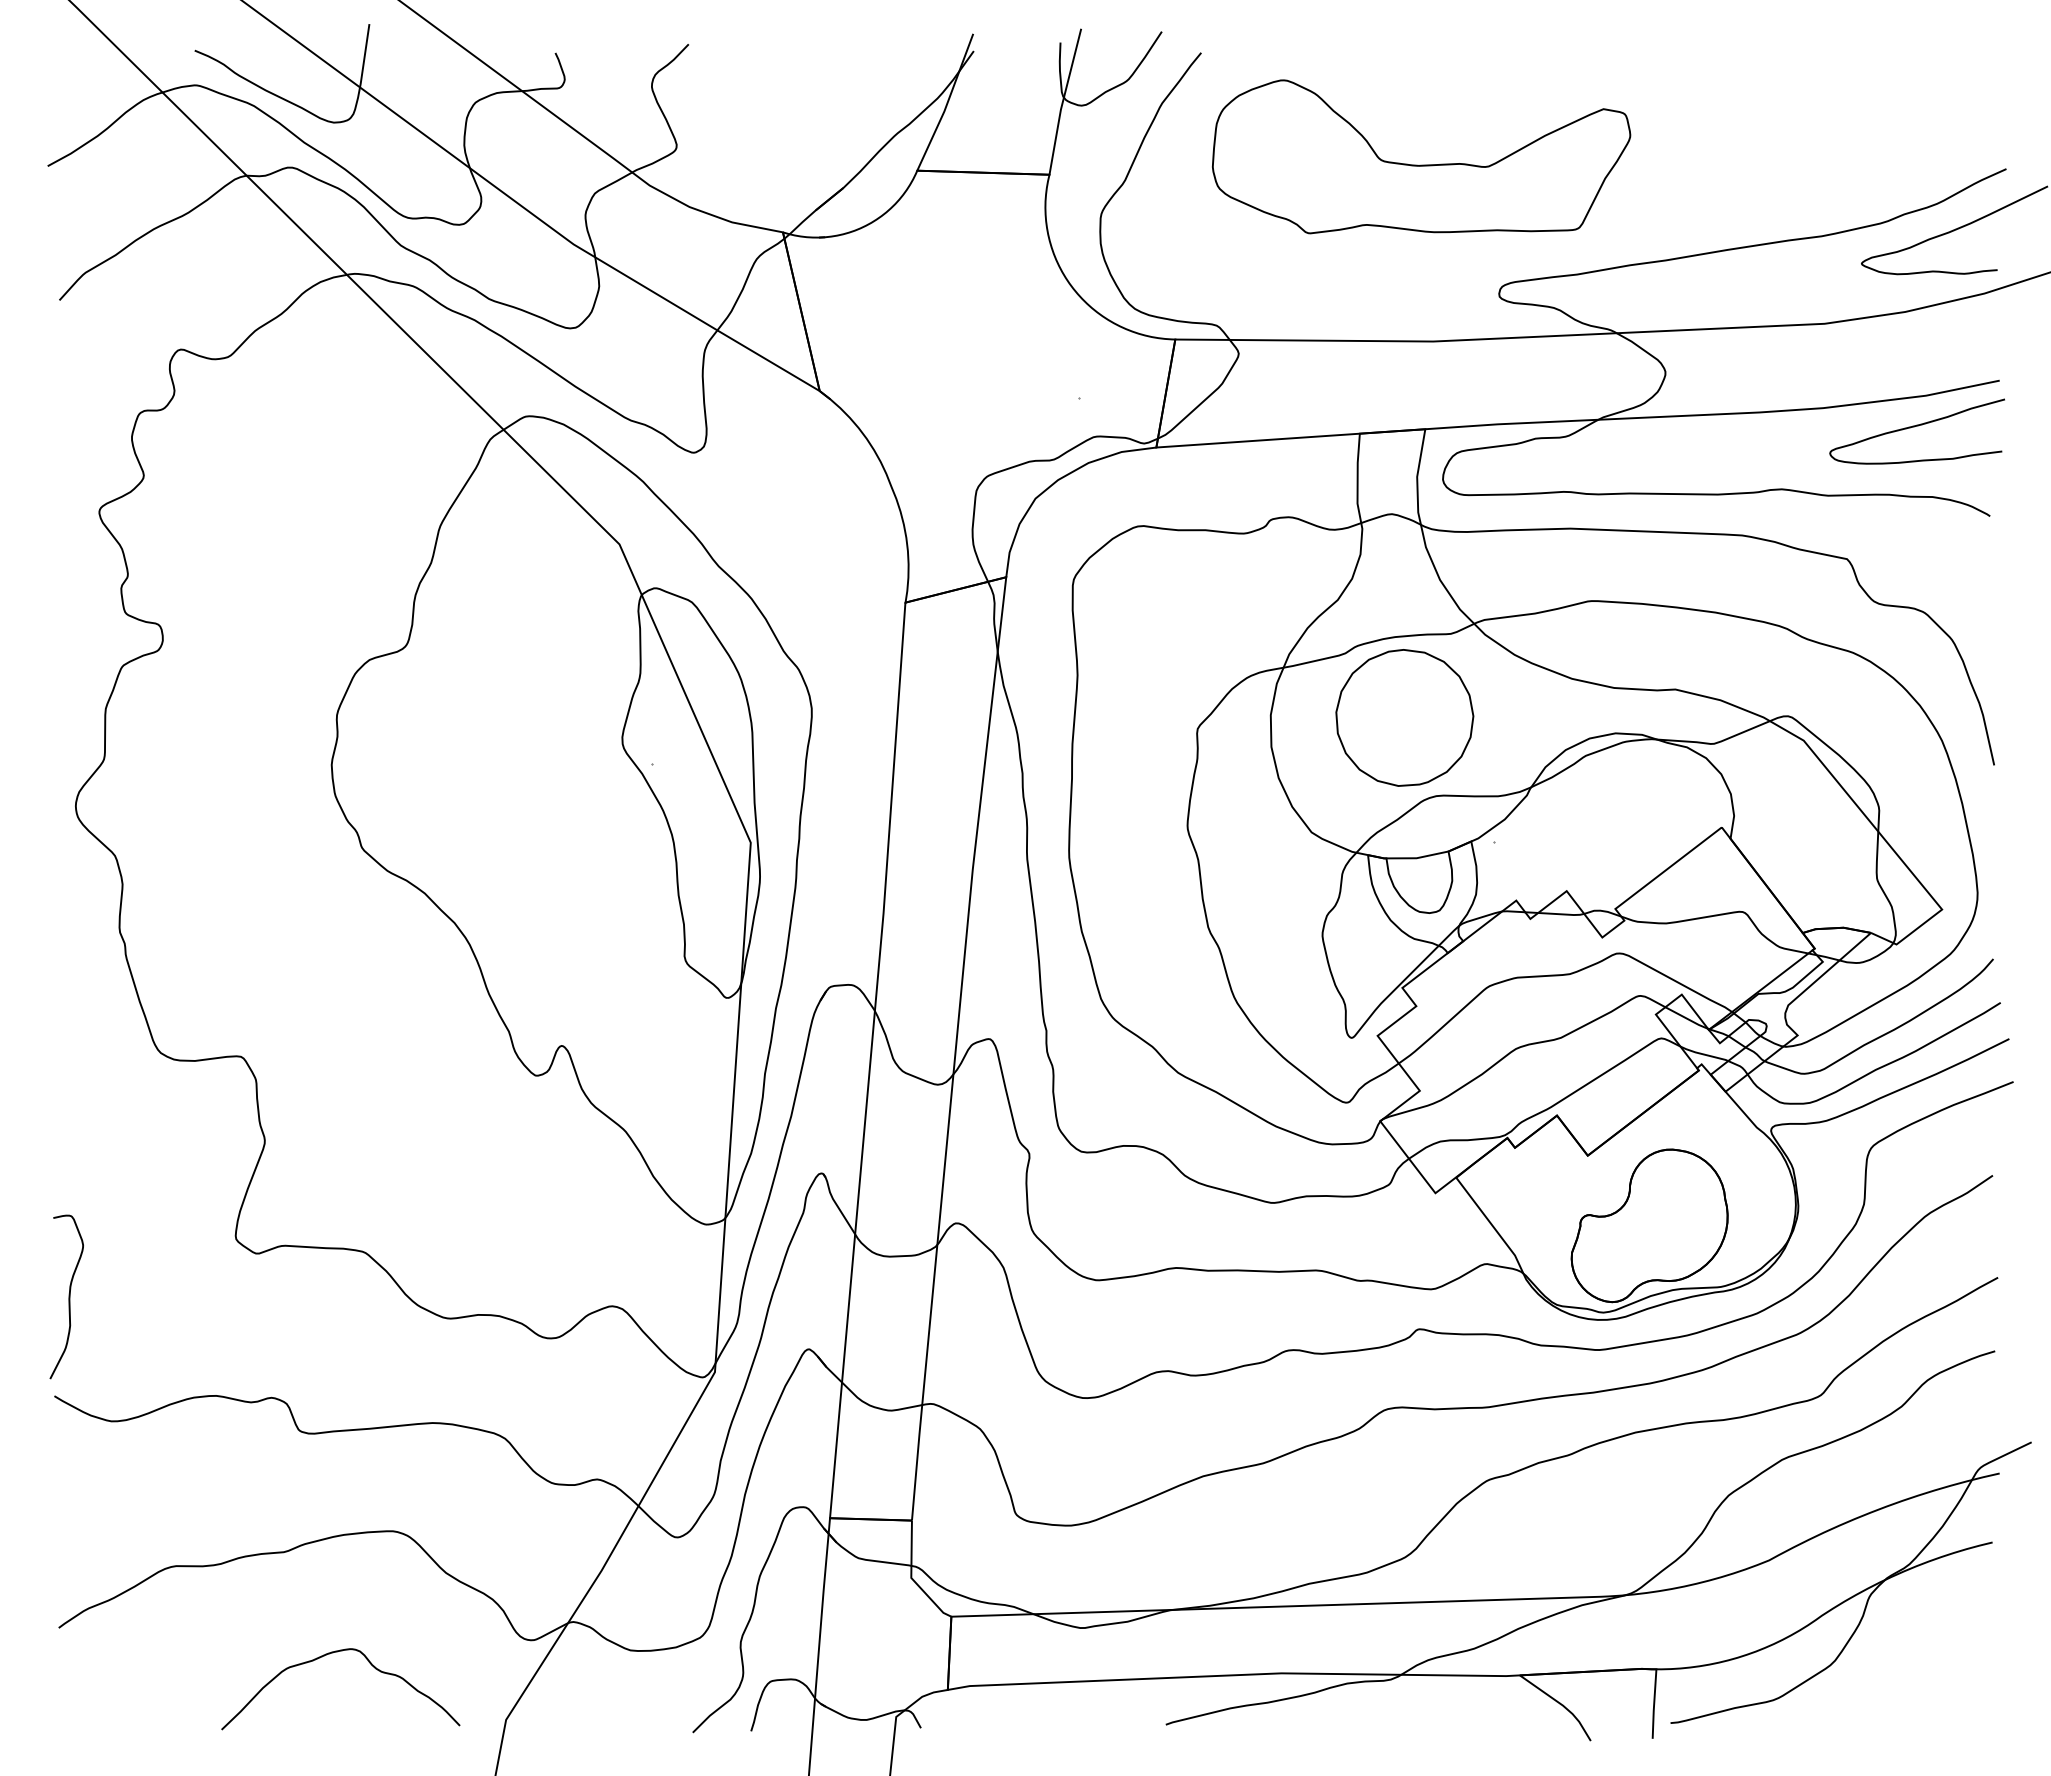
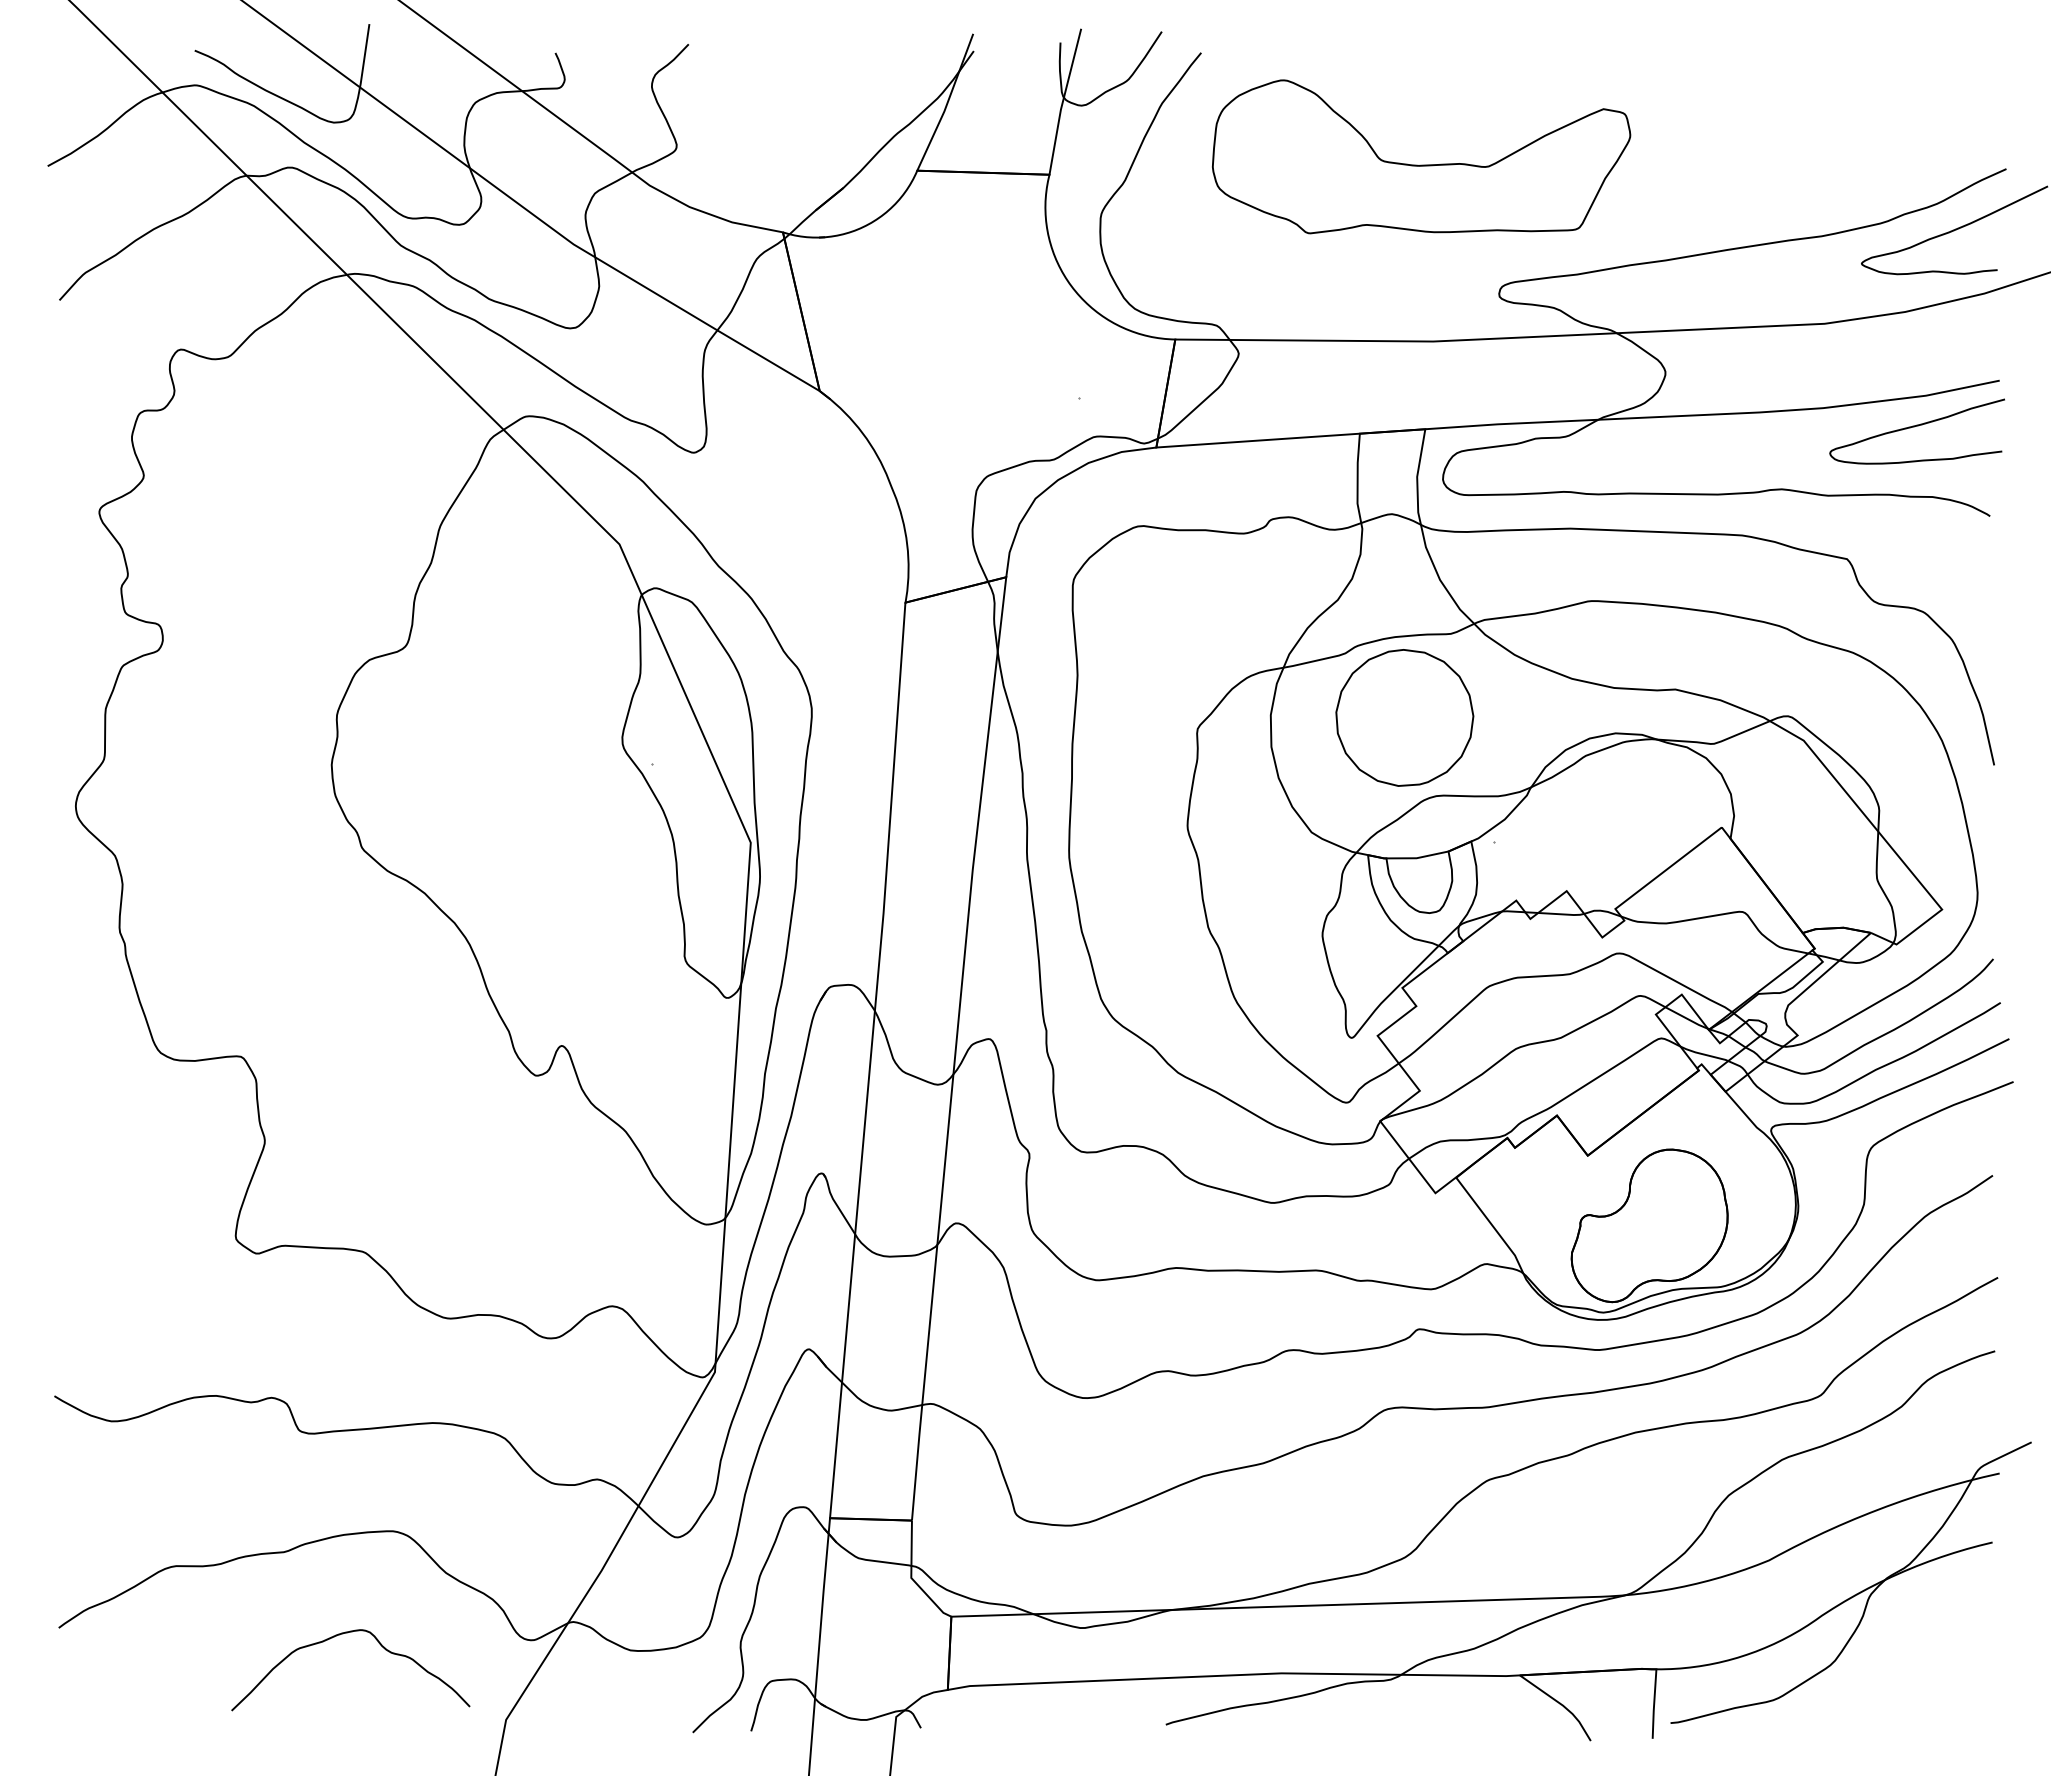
curve at (68, 1296): present -> none
curve at (333, 1653) position: (333, 1653) -> (343, 1634)
